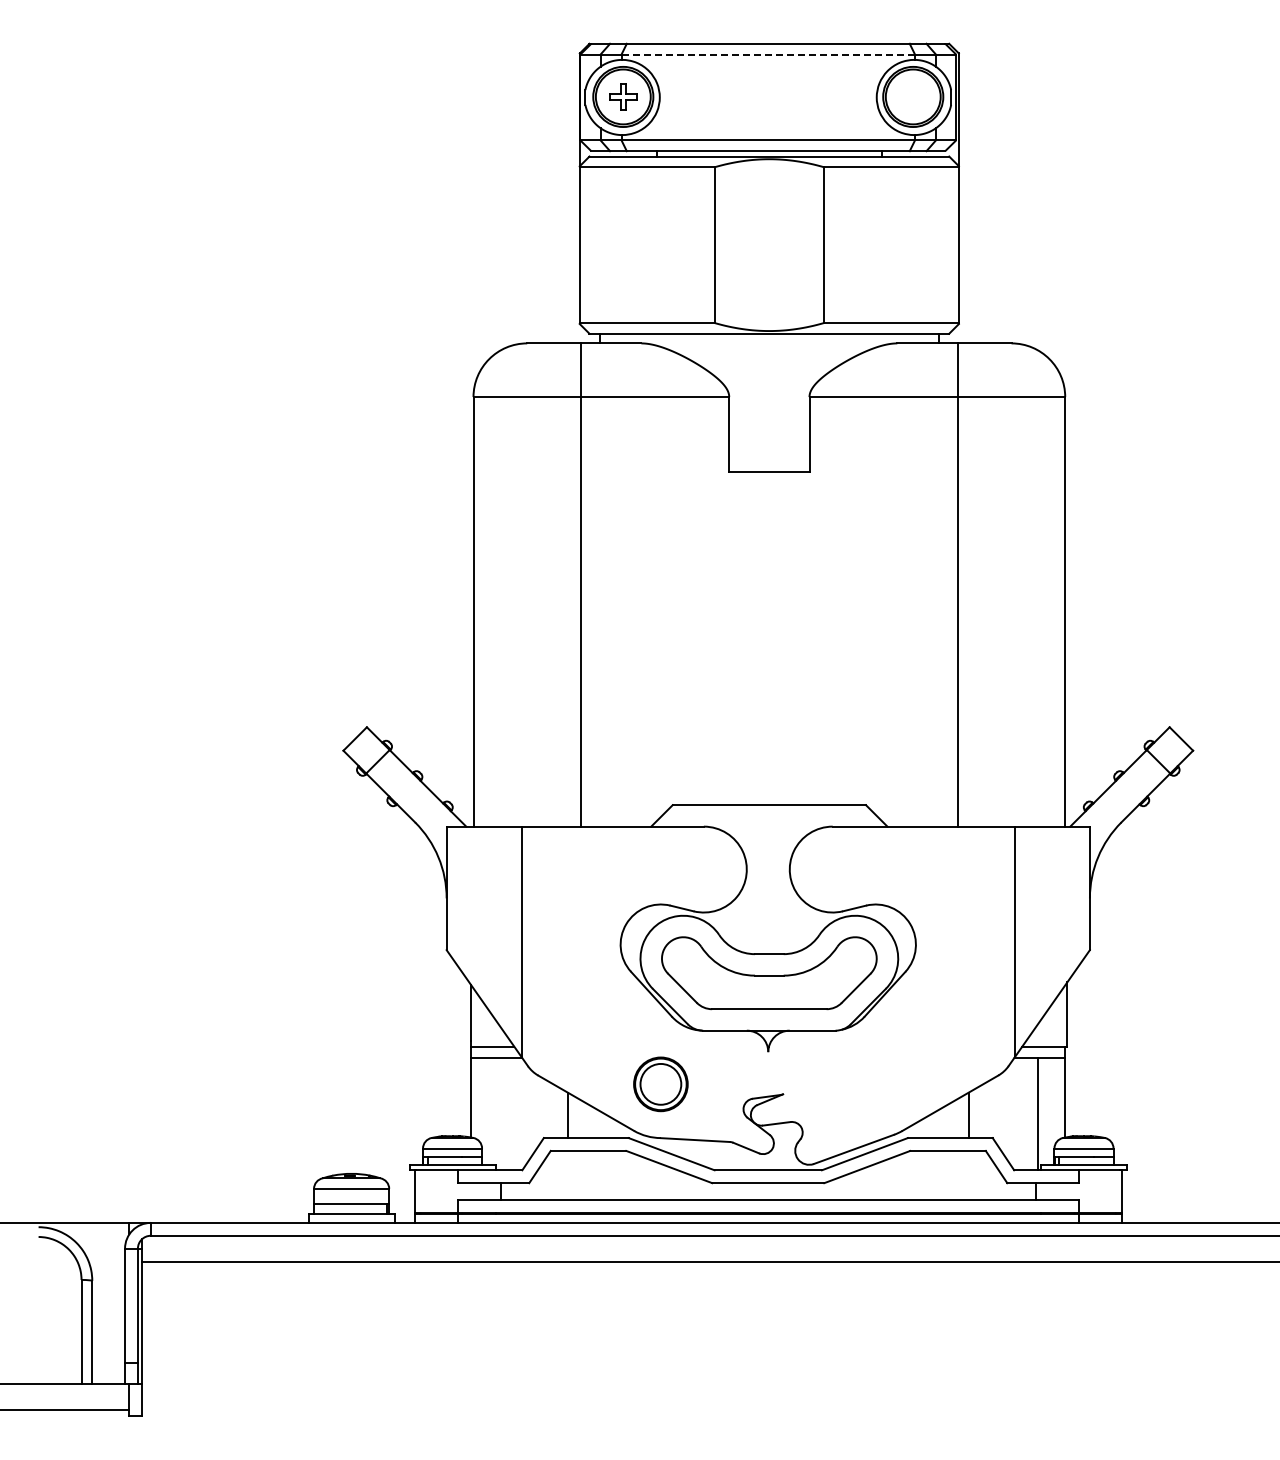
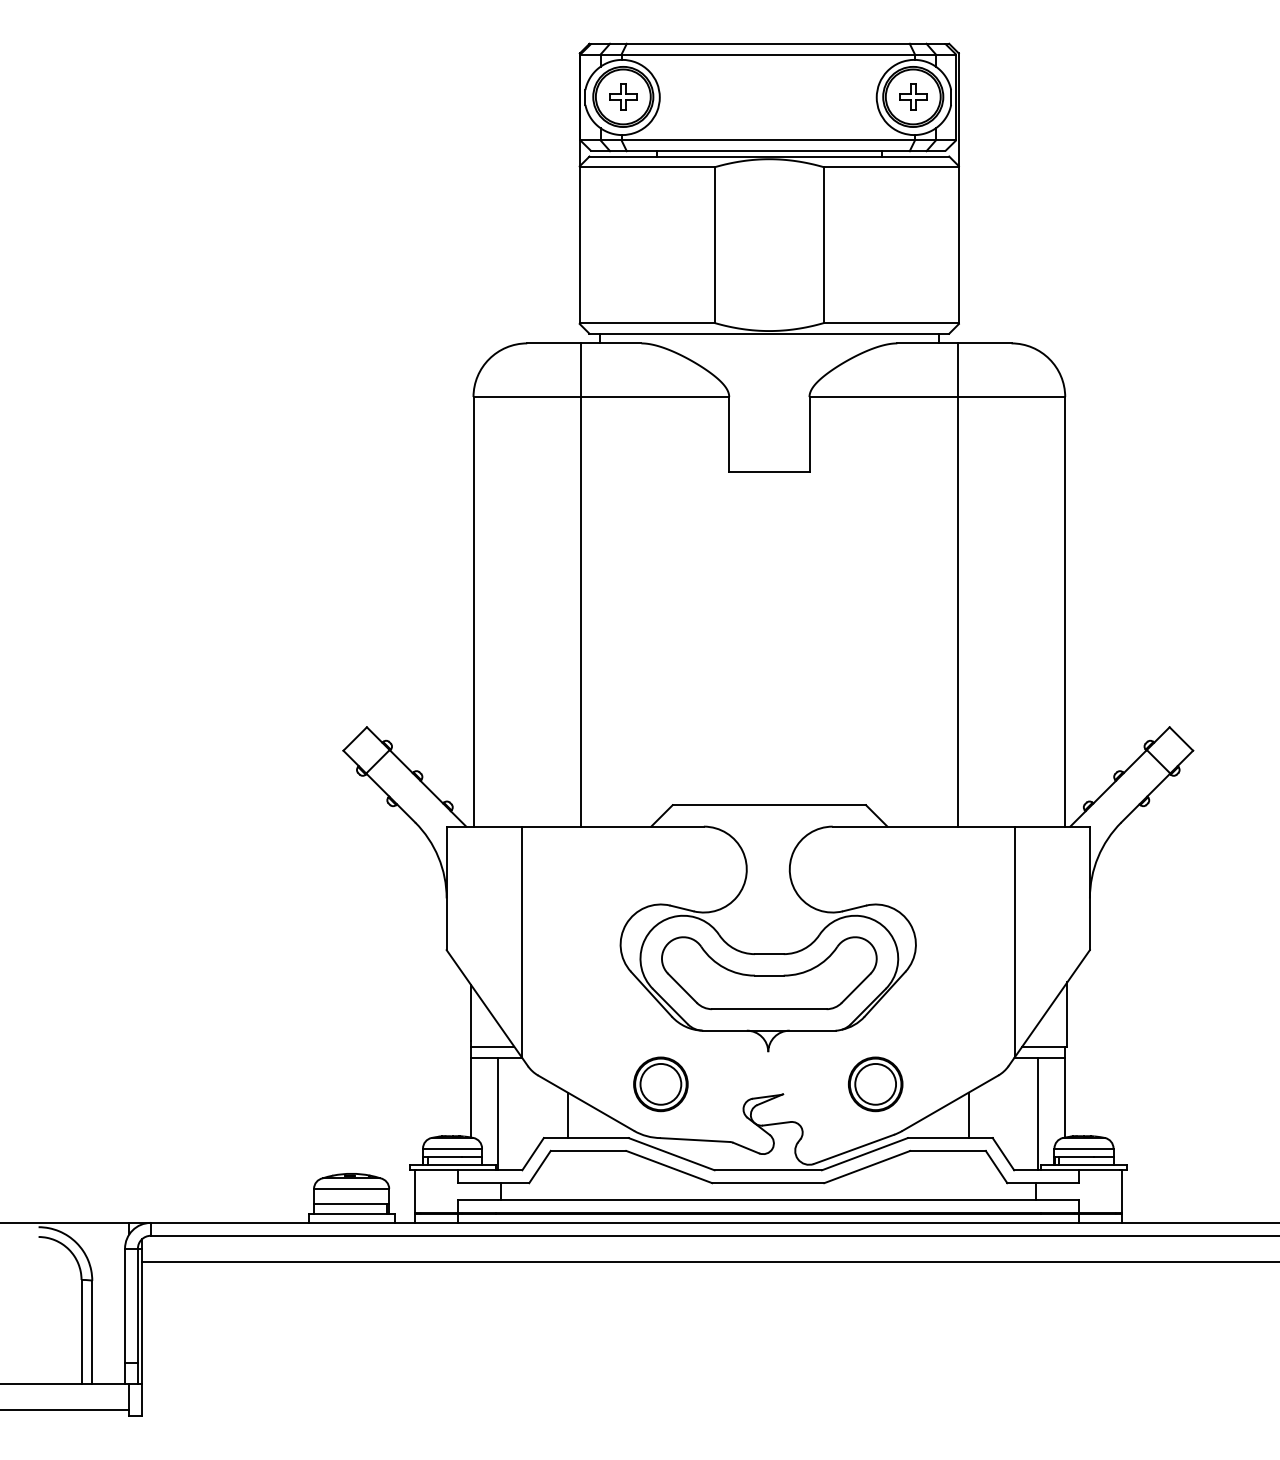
line at (768, 54): dashed -> solid
part at (913, 96): none -> present
part at (875, 1084): none -> present
line at (498, 1113): none -> present
